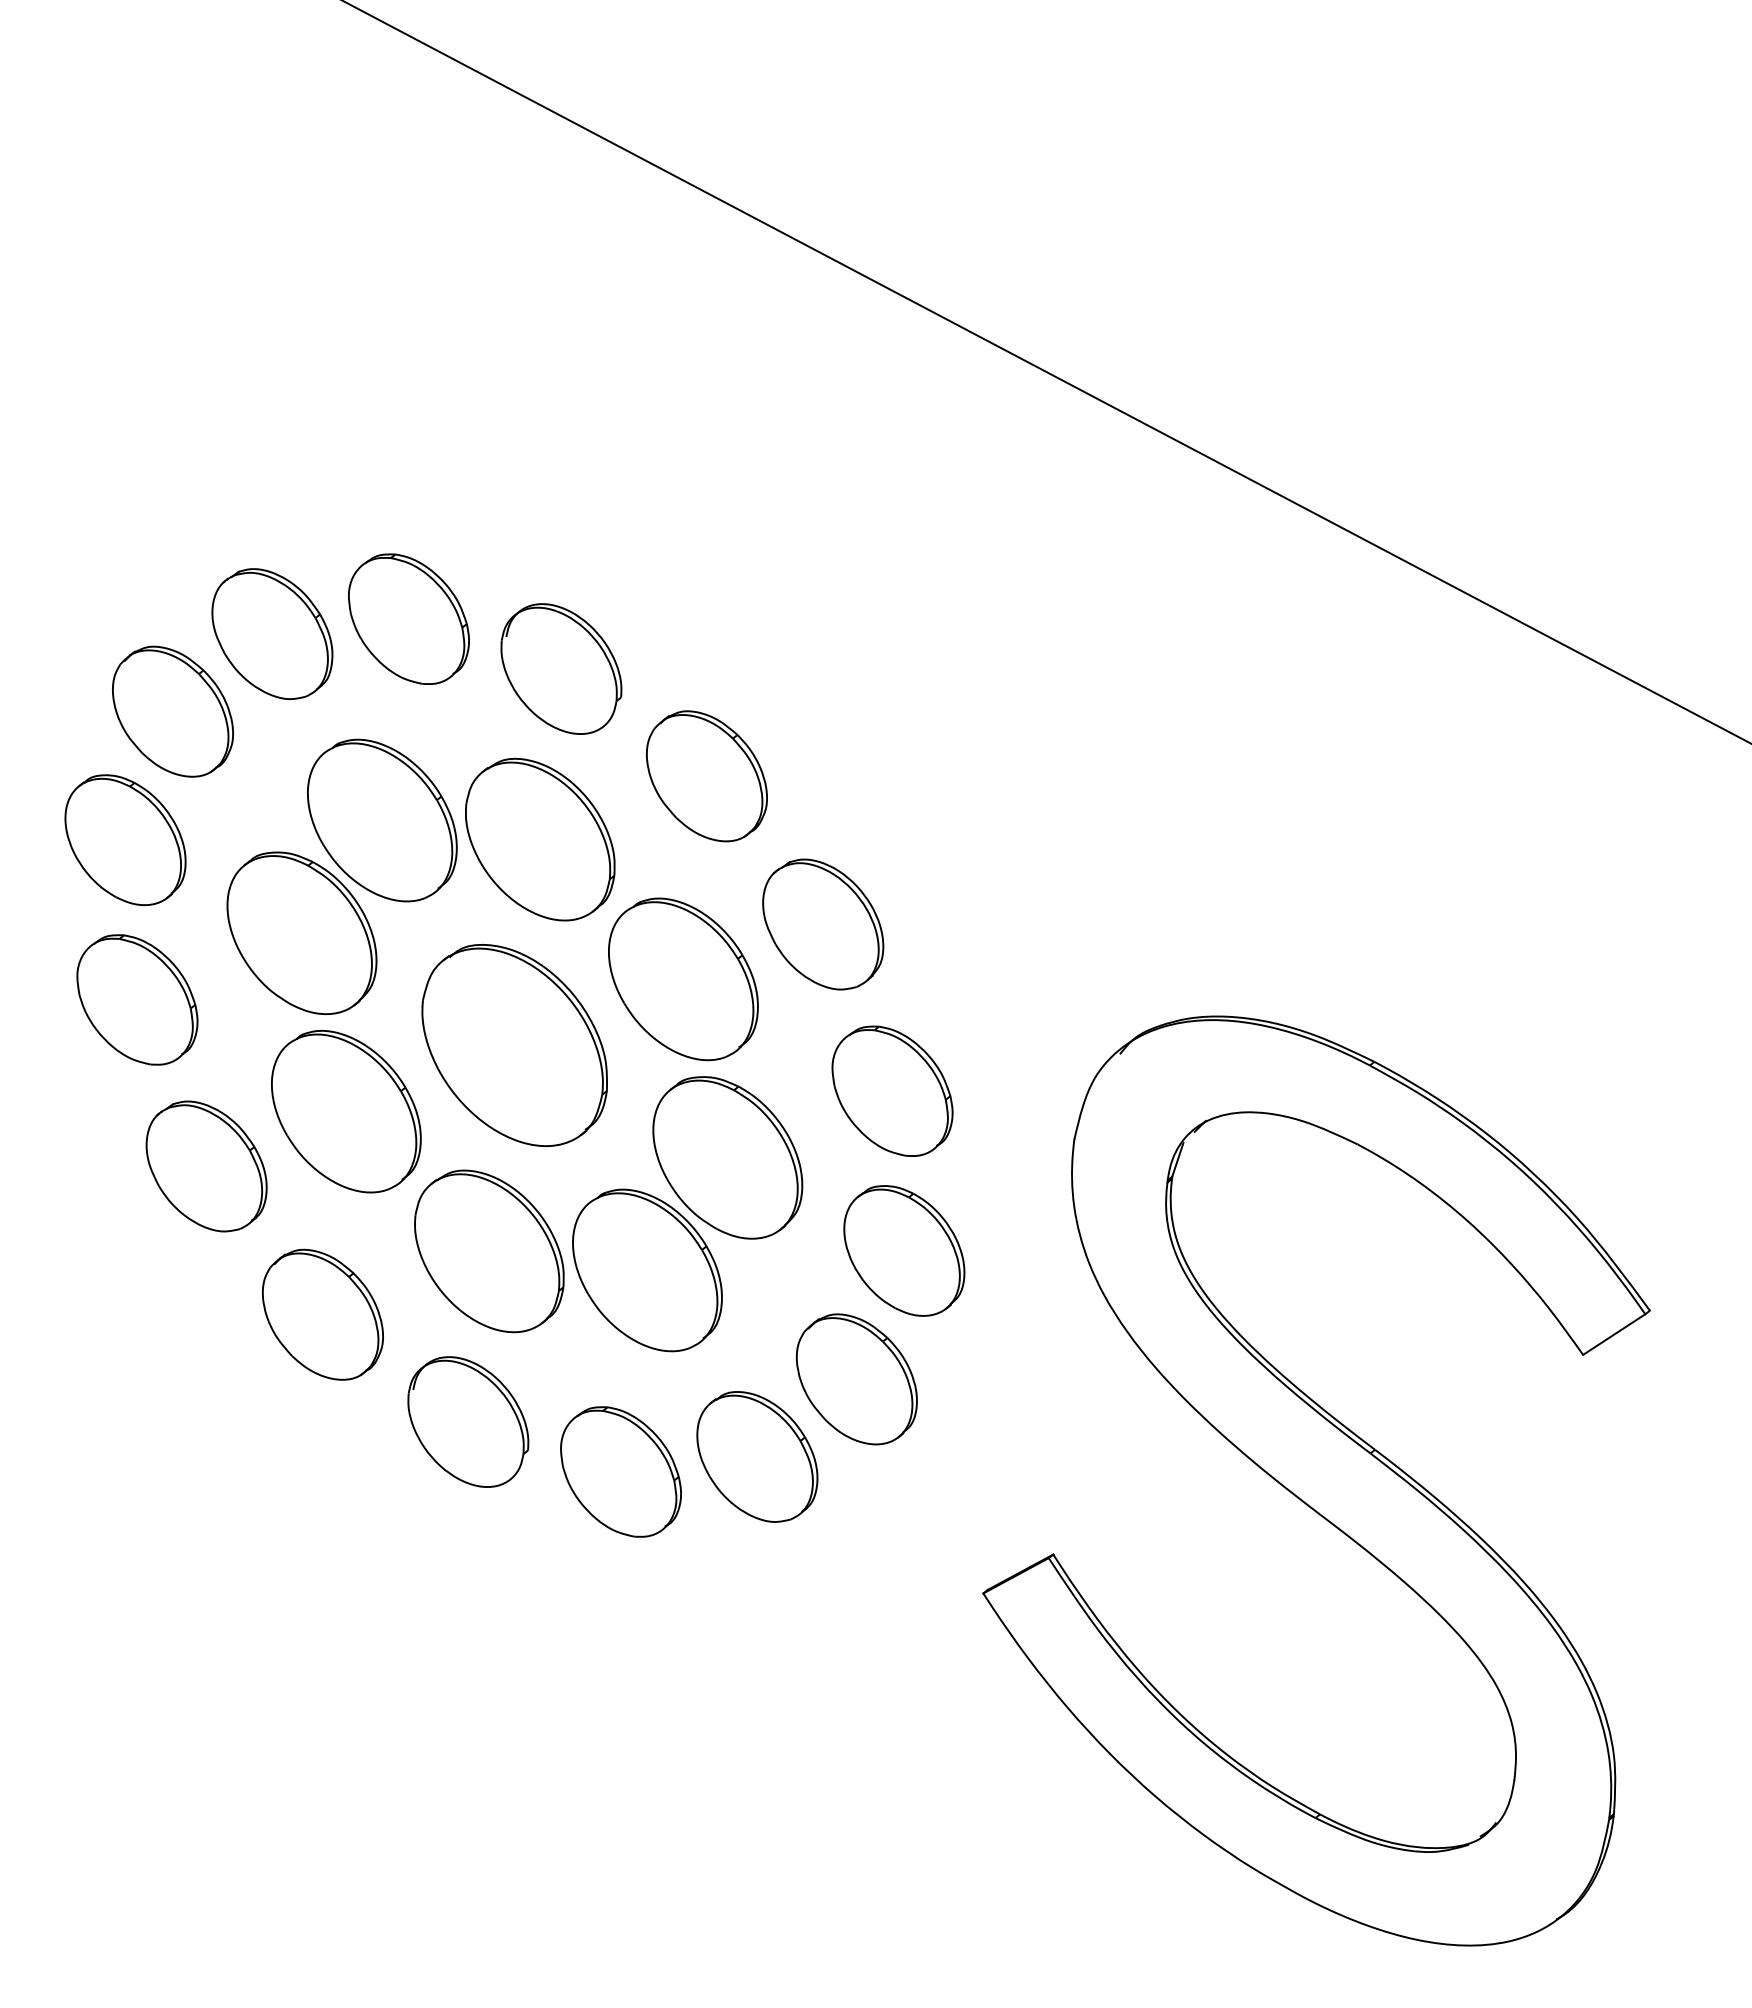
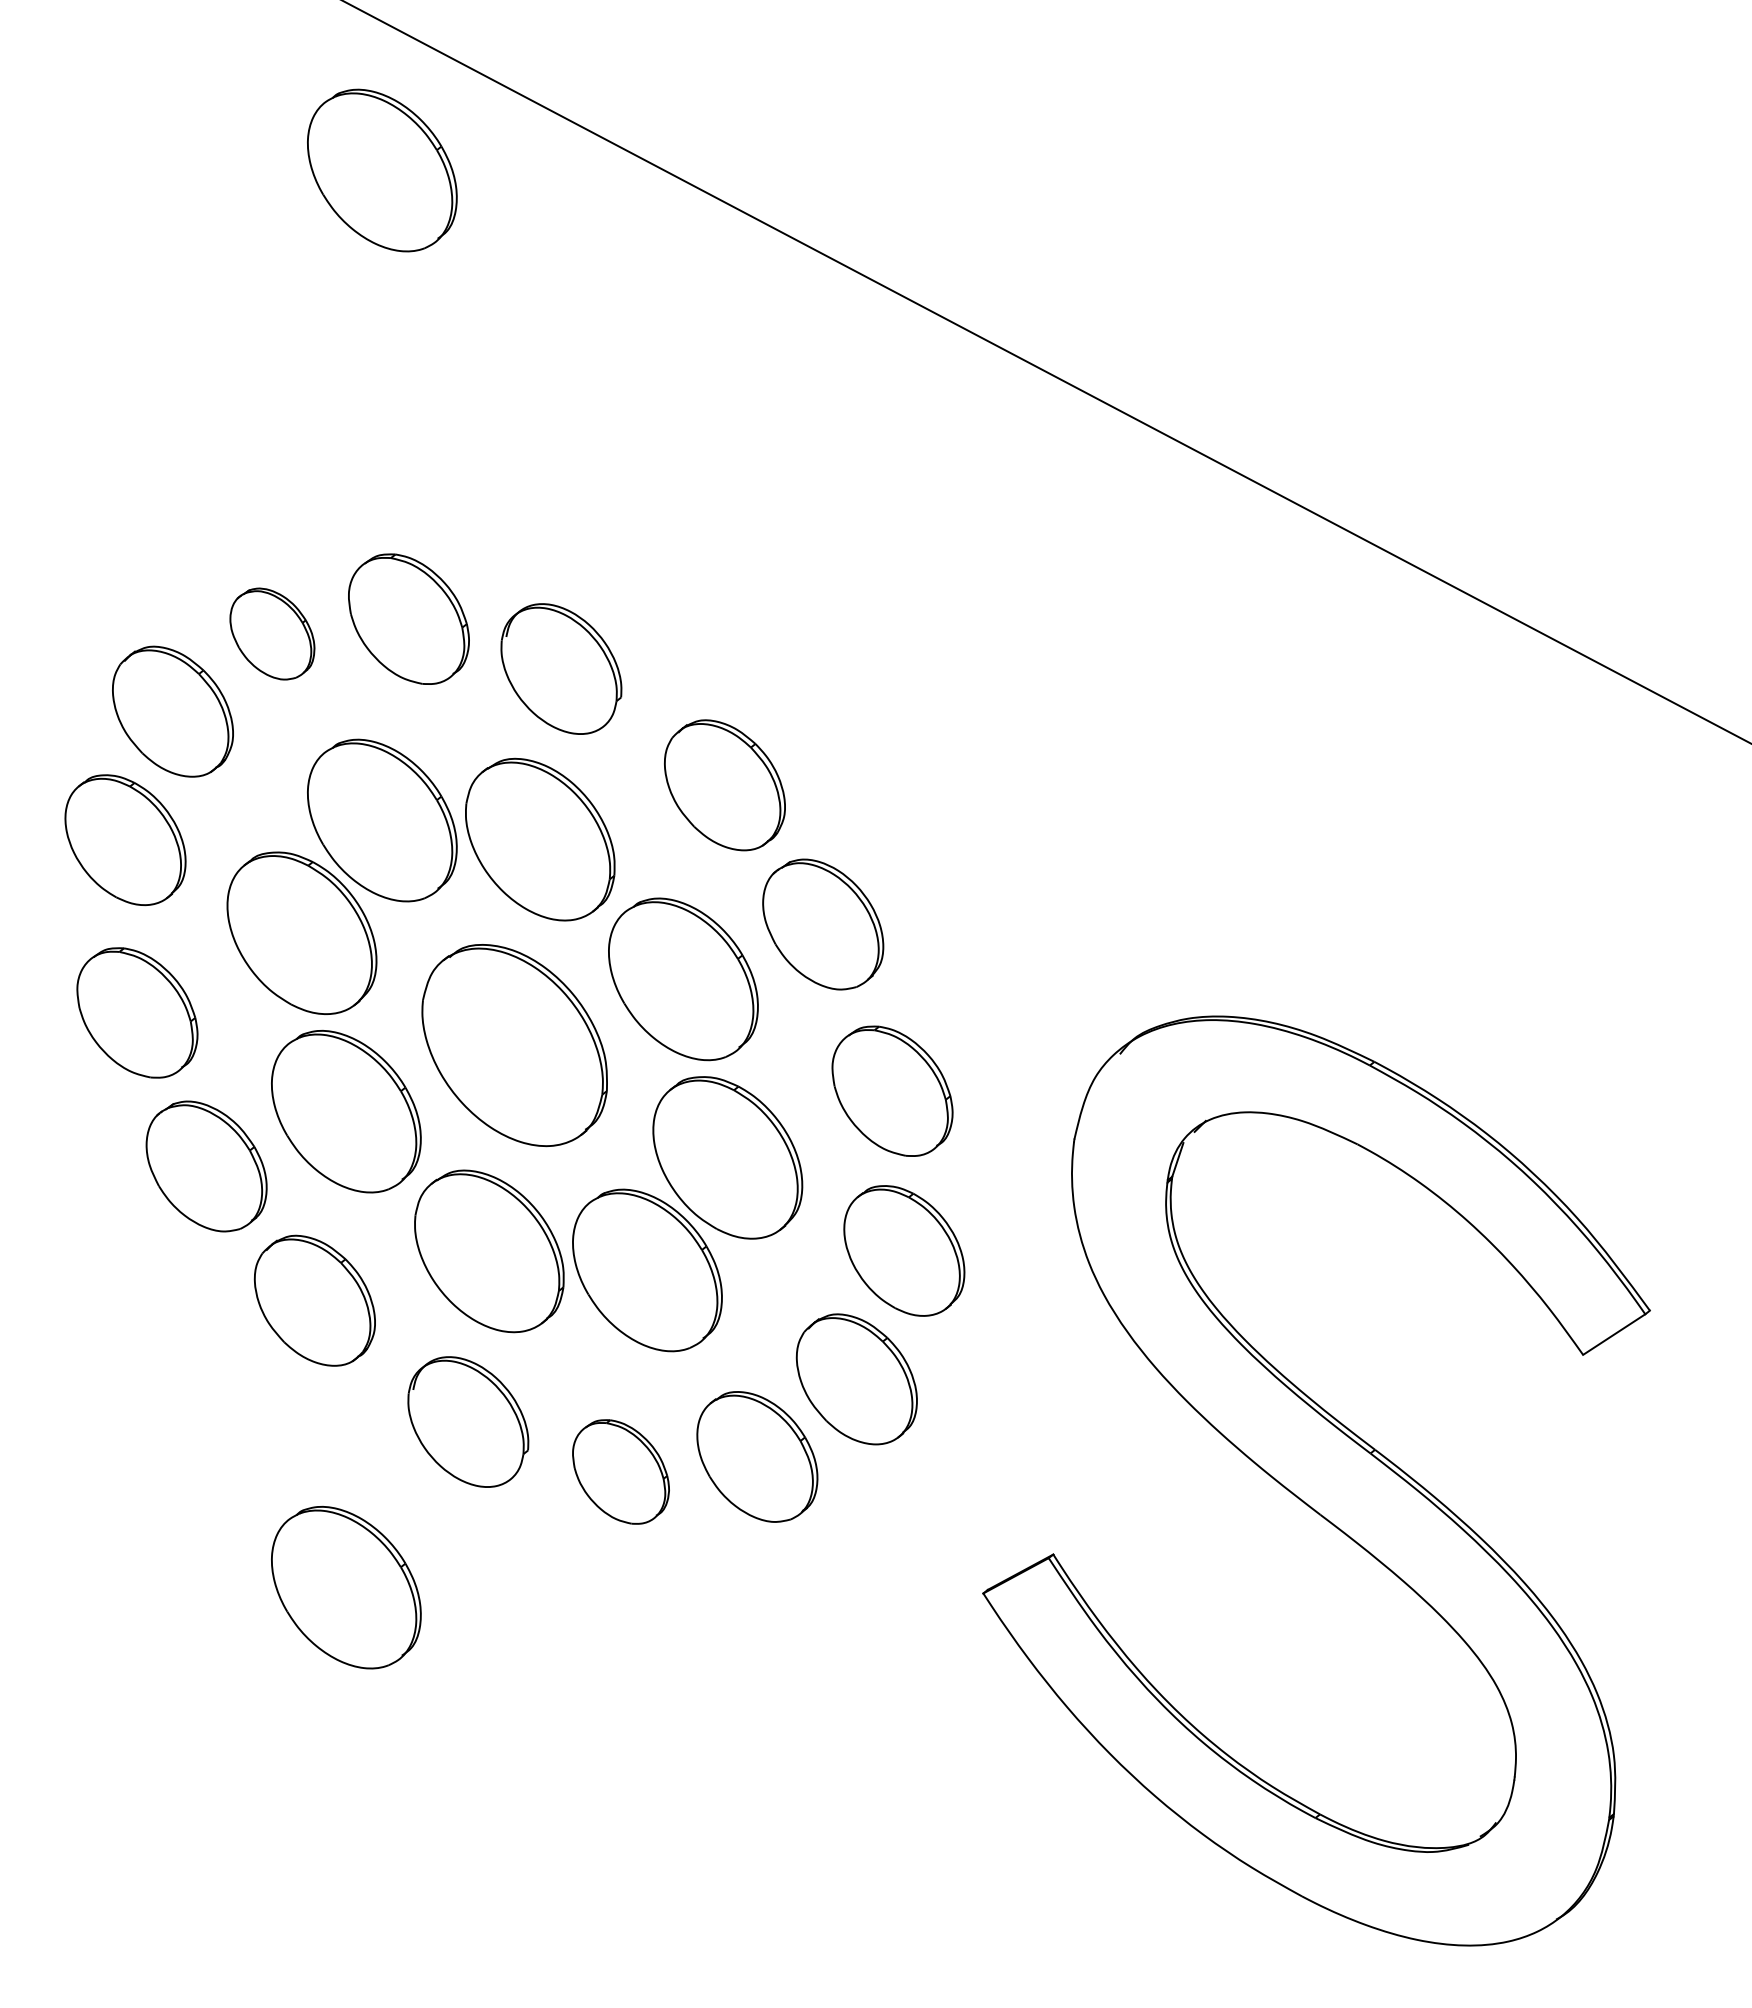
part at (382, 170): none -> present
part at (272, 633) size: 123x132 px -> 87x94 px
part at (706, 776) position: (706, 776) -> (724, 785)
part at (137, 999) position: (137, 999) -> (137, 1012)
part at (322, 1314) position: (322, 1314) -> (314, 1300)
part at (620, 1471) size: 122x132 px -> 98x106 px
part at (346, 1587): none -> present
